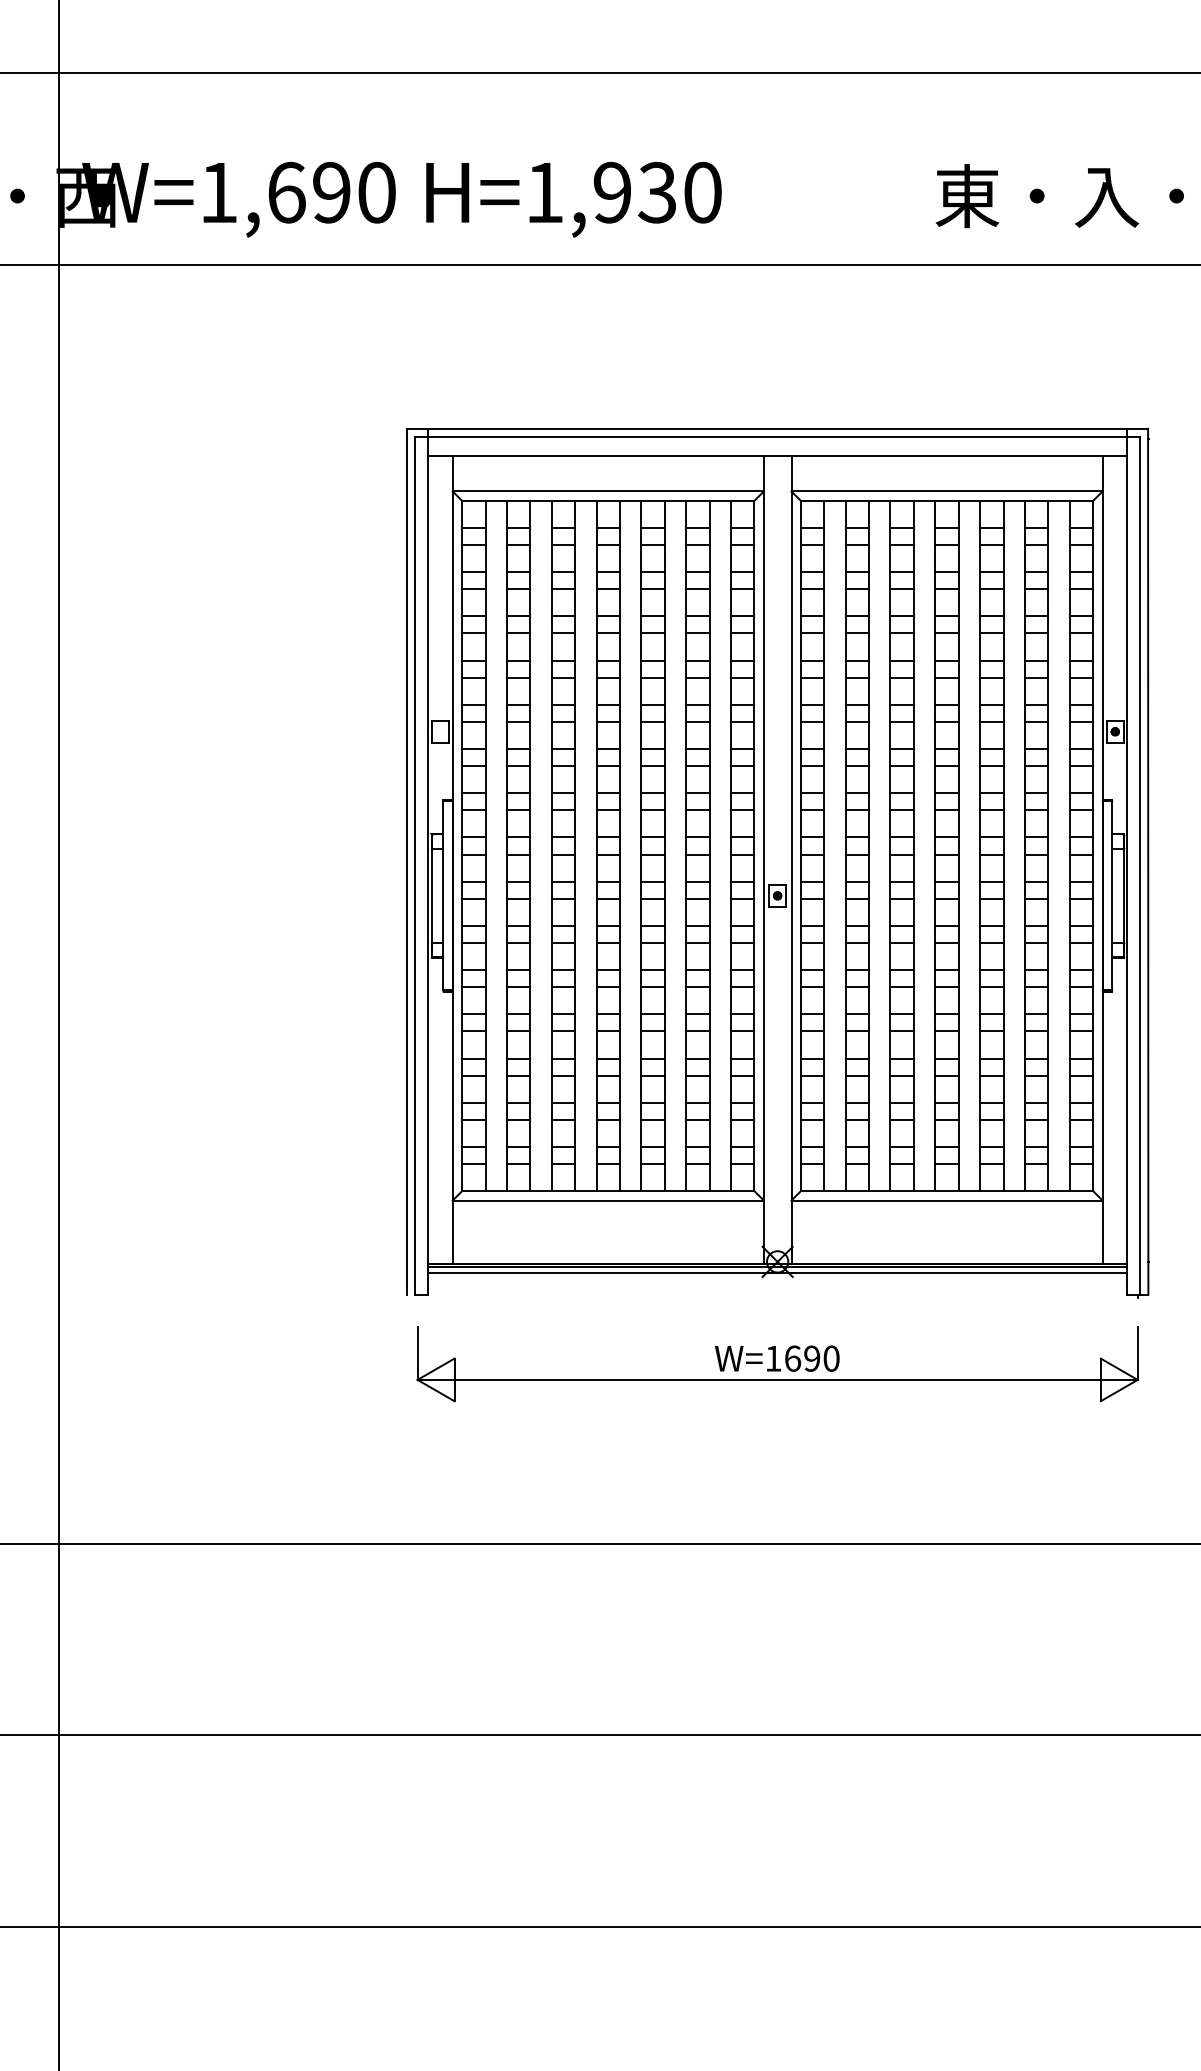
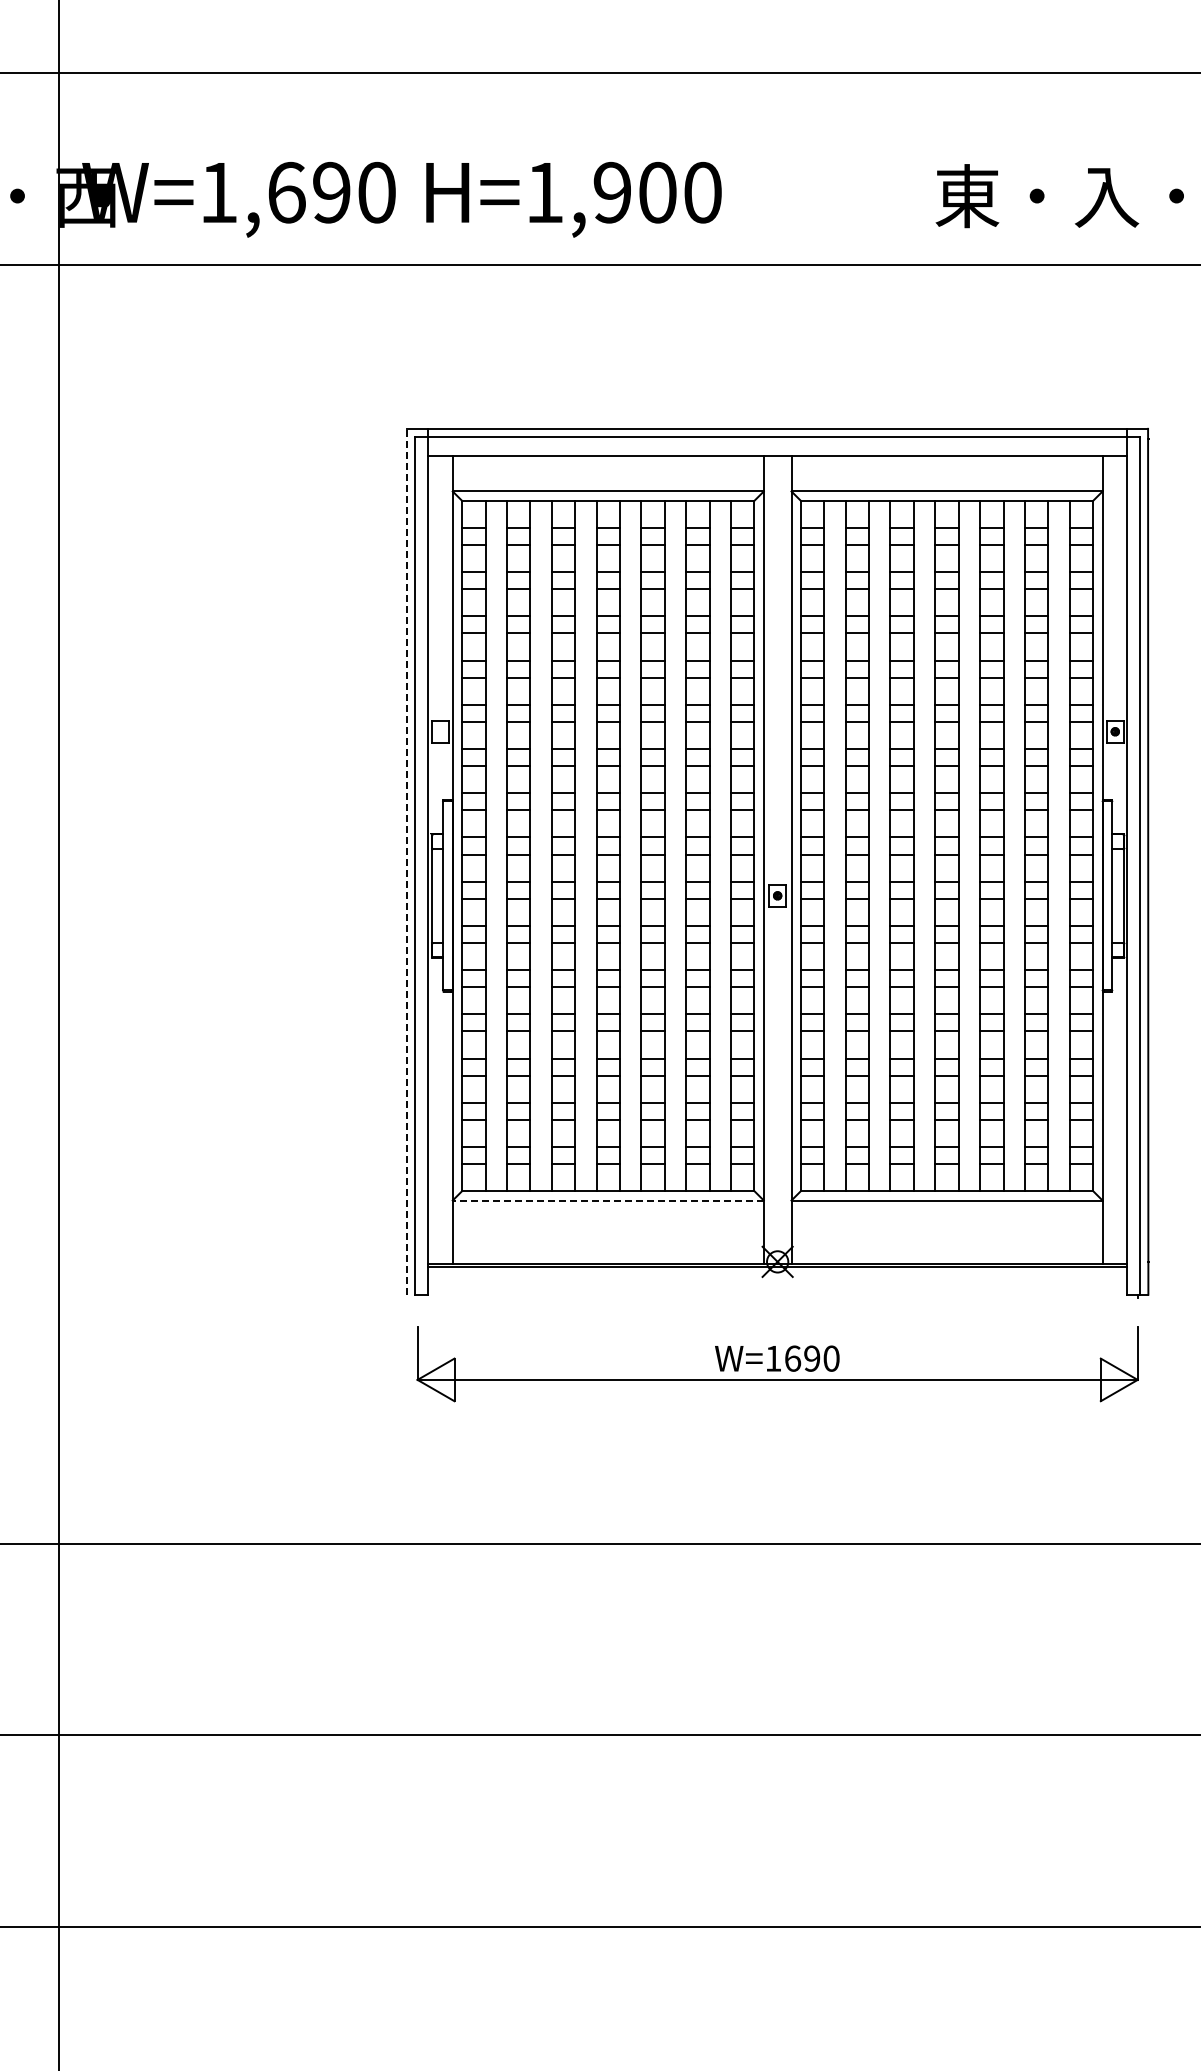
text at (657, 192): H=1,930 -> H=1,900
line at (407, 861): solid -> dashed
line at (608, 1200): solid -> dashed
line at (777, 1273): present -> none
